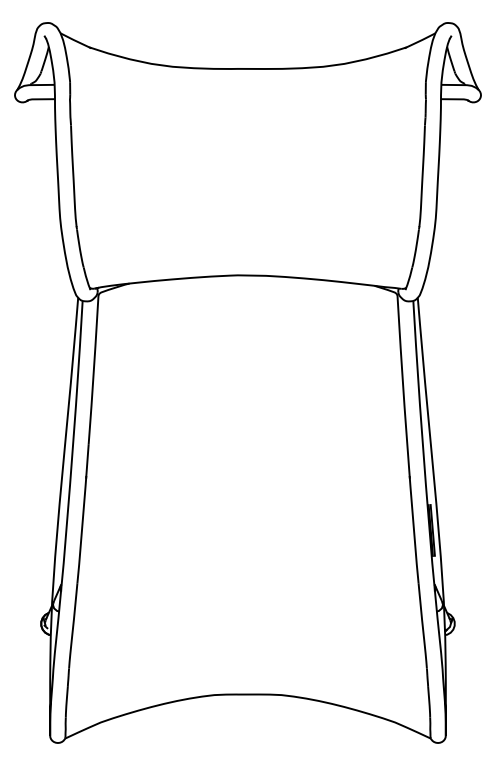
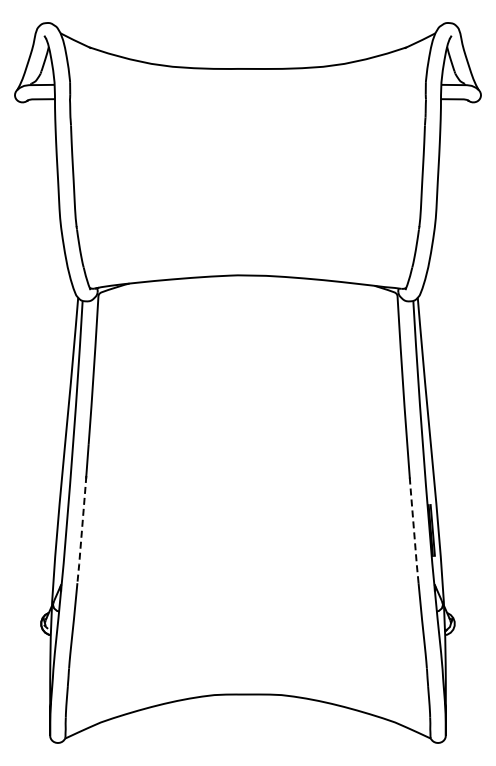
line at (413, 528): solid -> dashed
line at (82, 529): solid -> dashed
